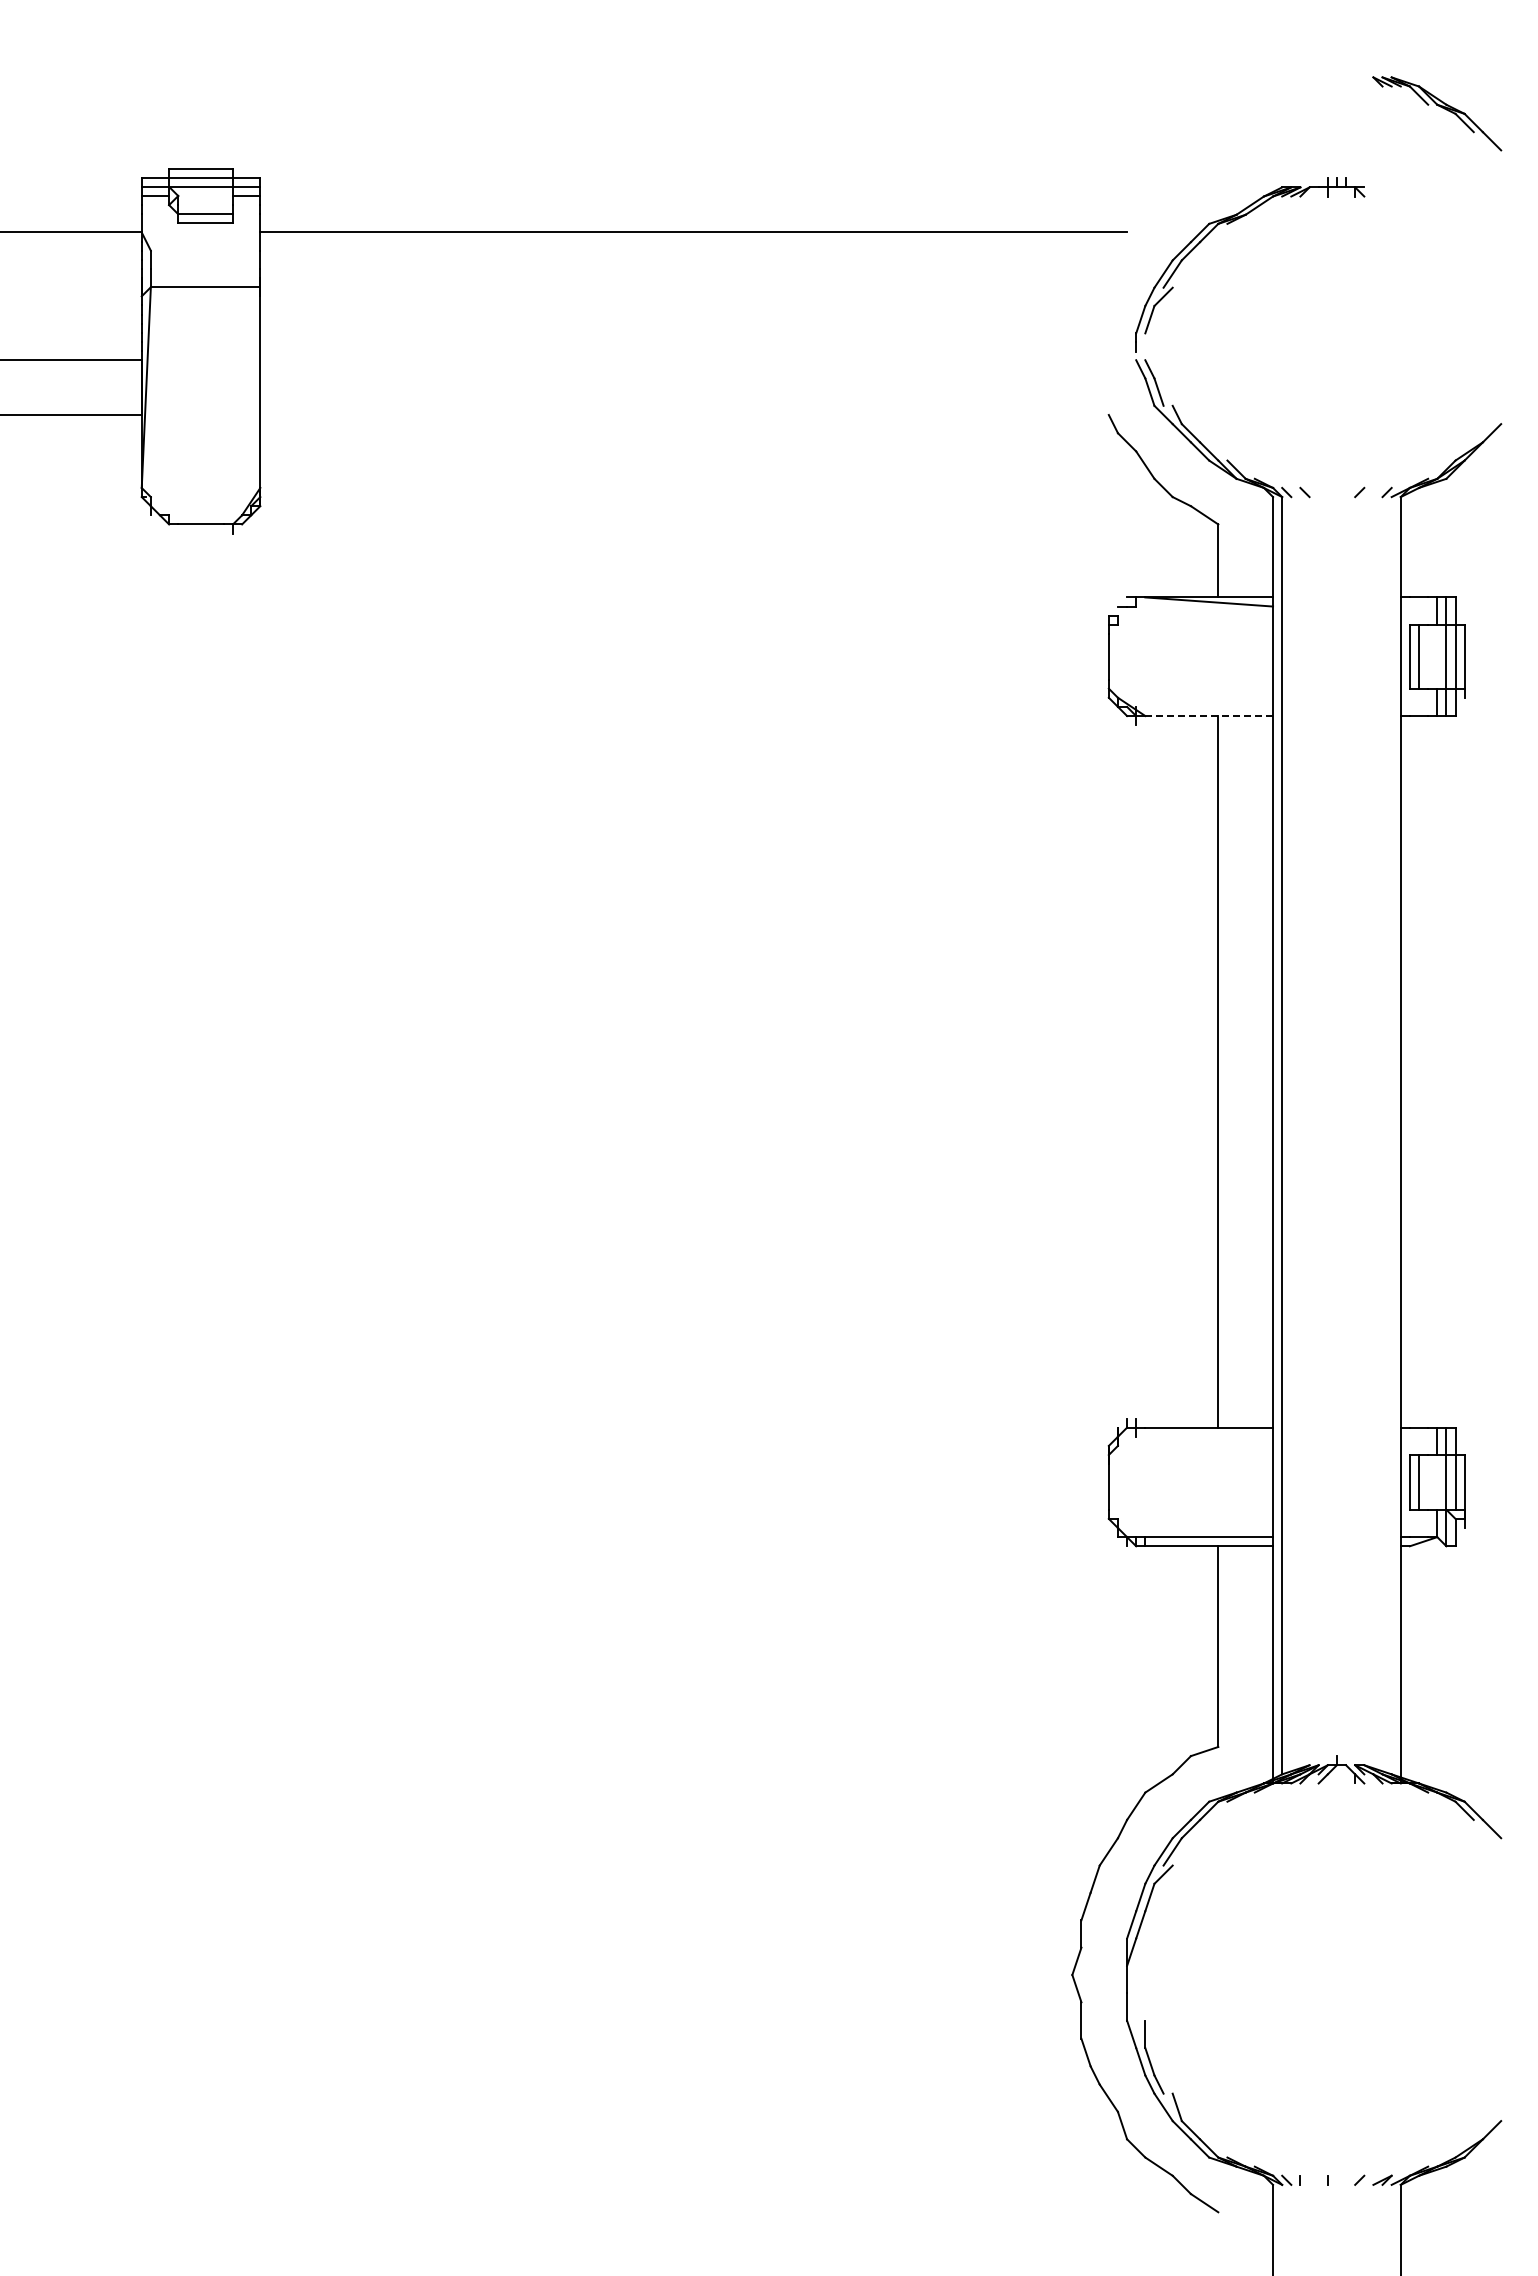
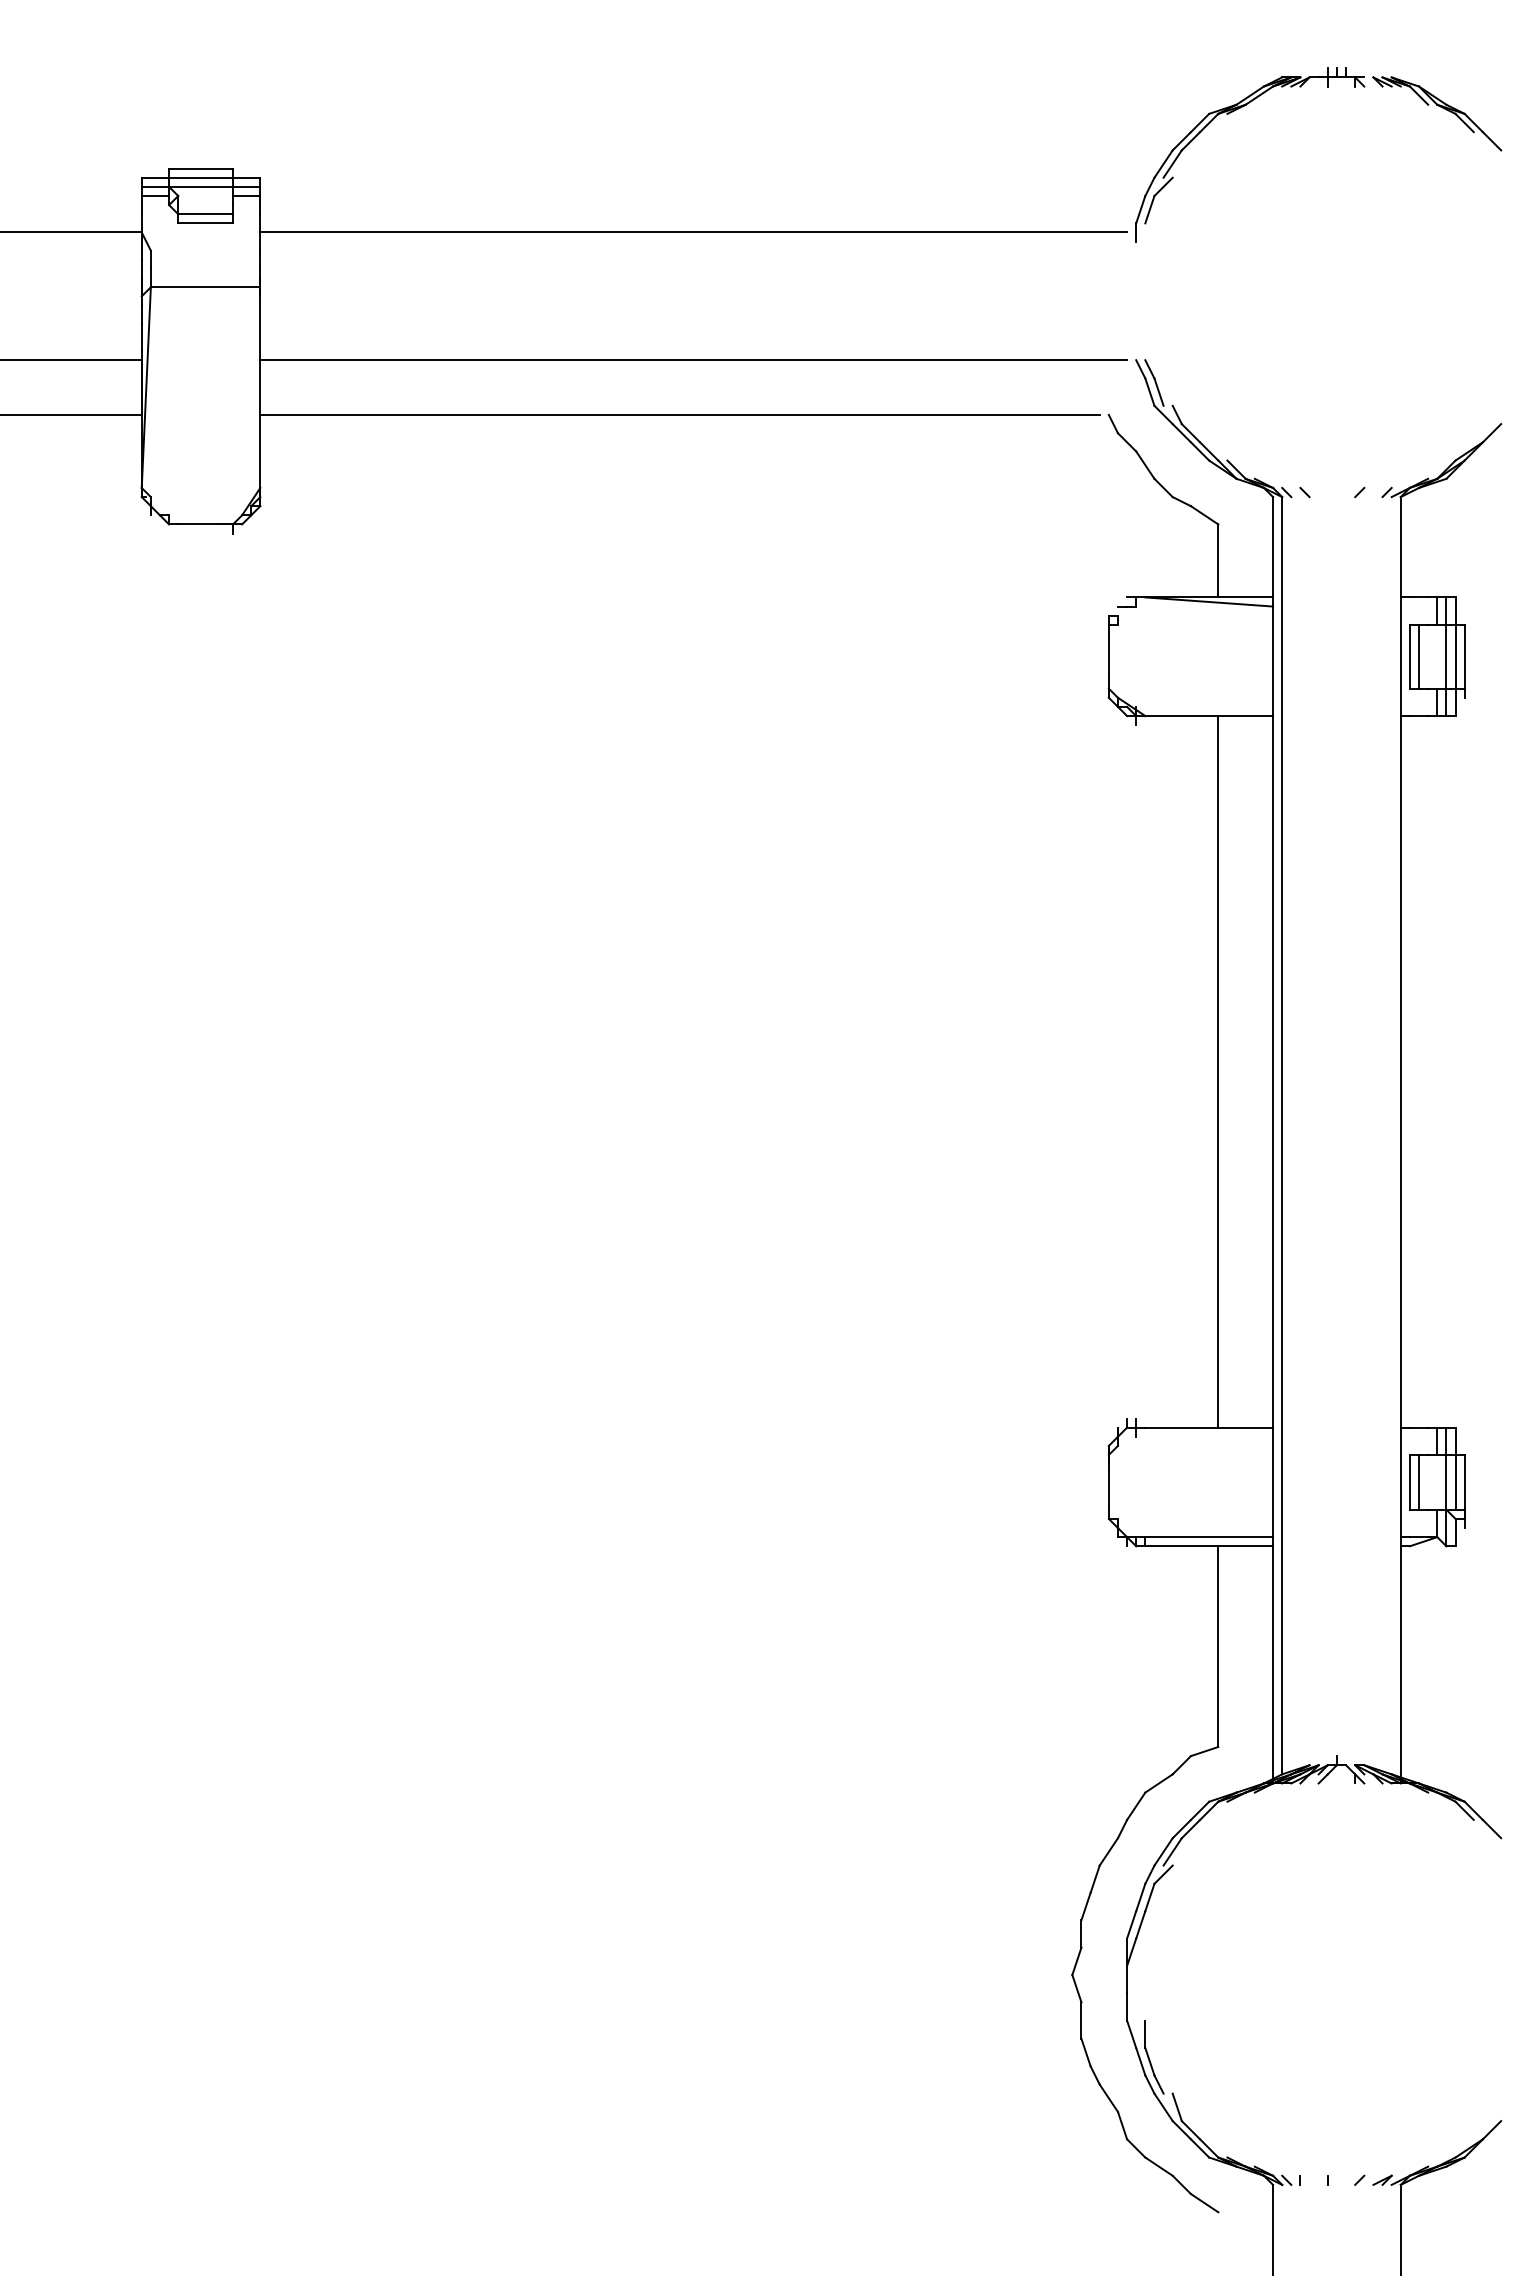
part at (1230, 223) position: (1230, 223) -> (1230, 113)
line at (693, 360): none -> present
line at (679, 414): none -> present
line at (1209, 716): dashed -> solid
